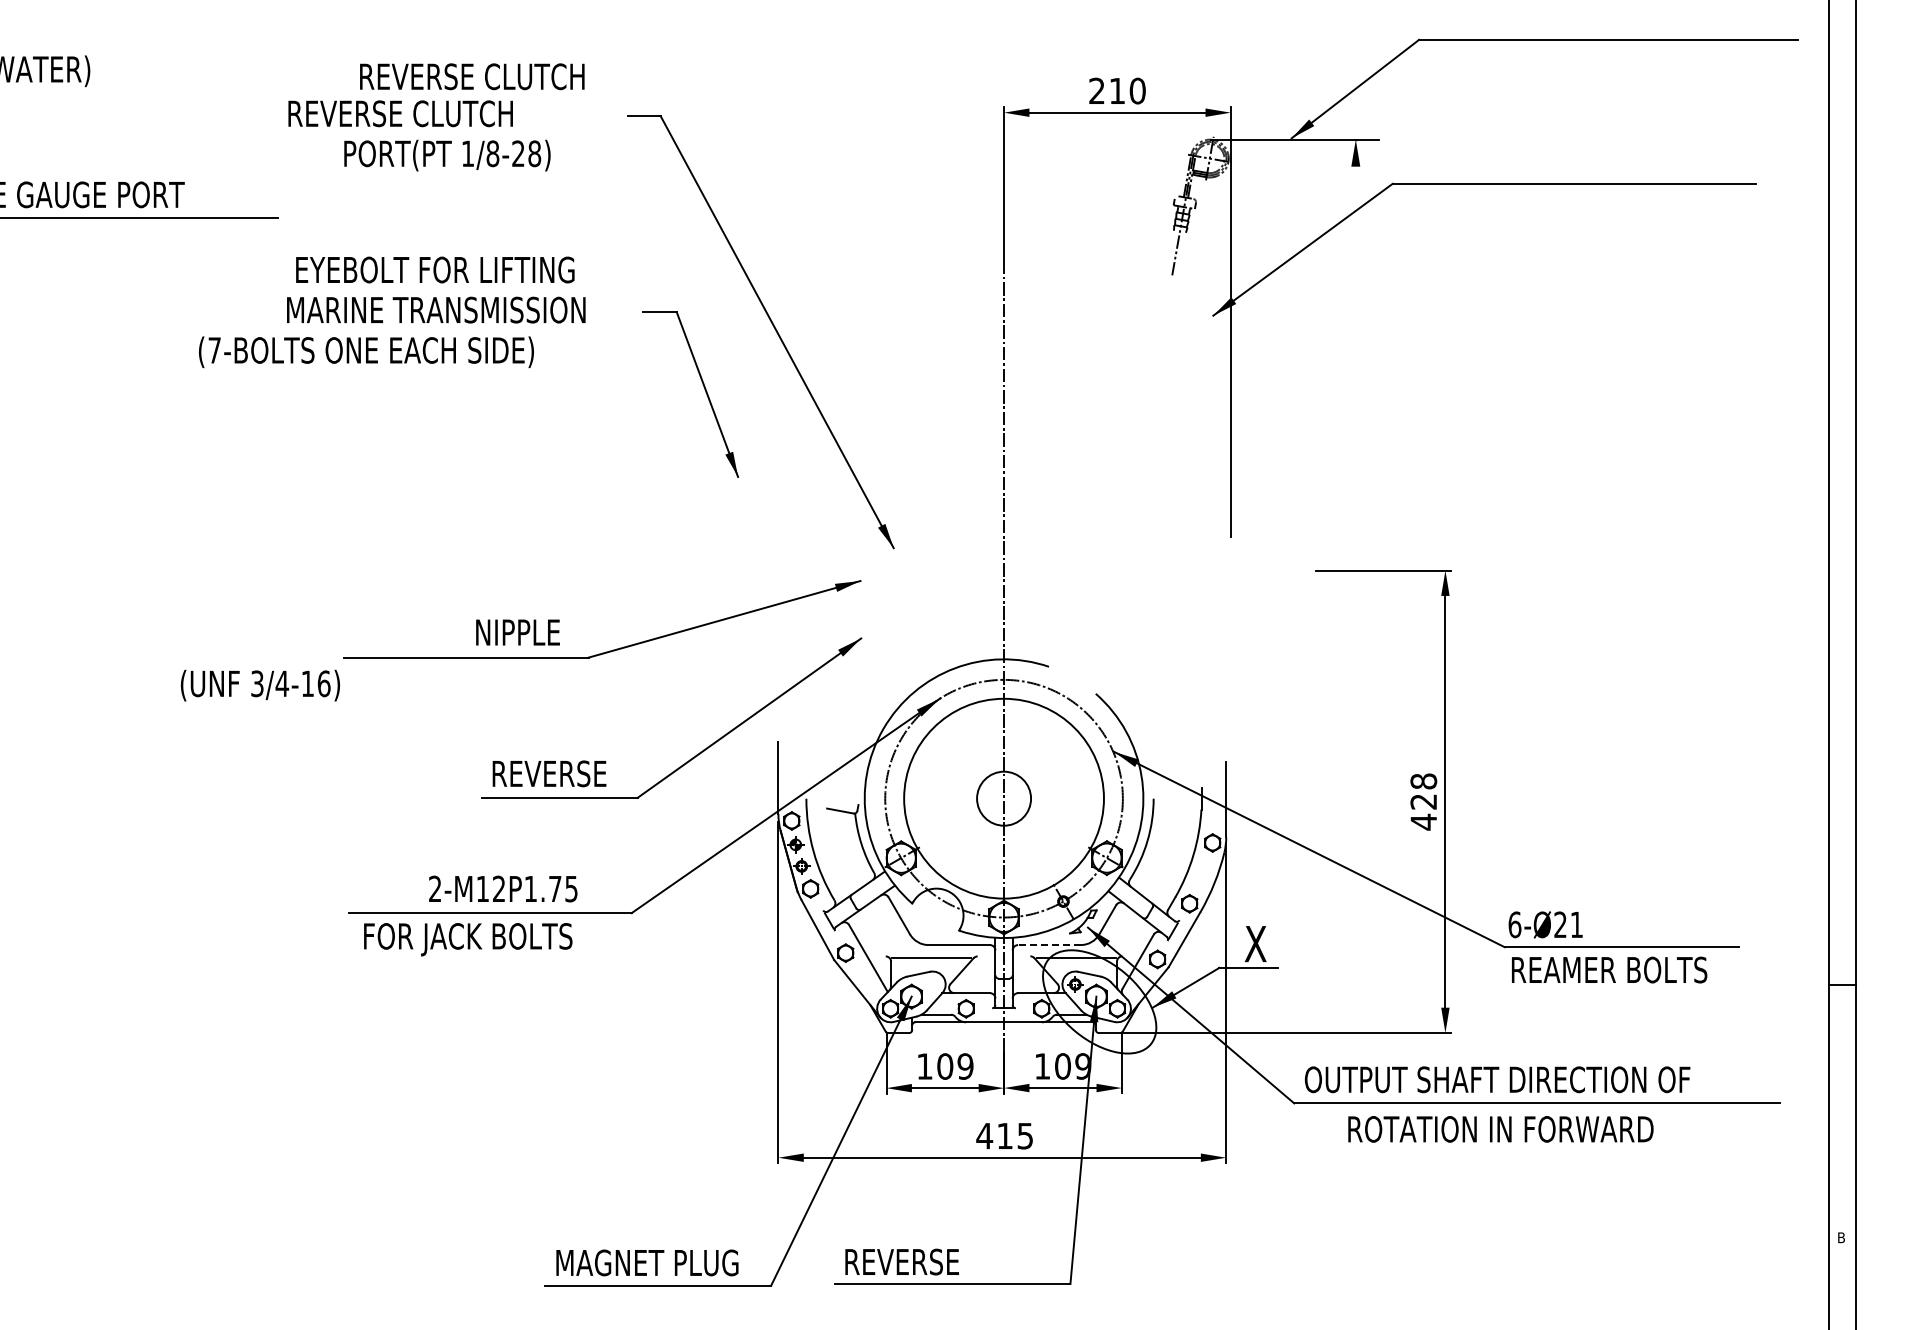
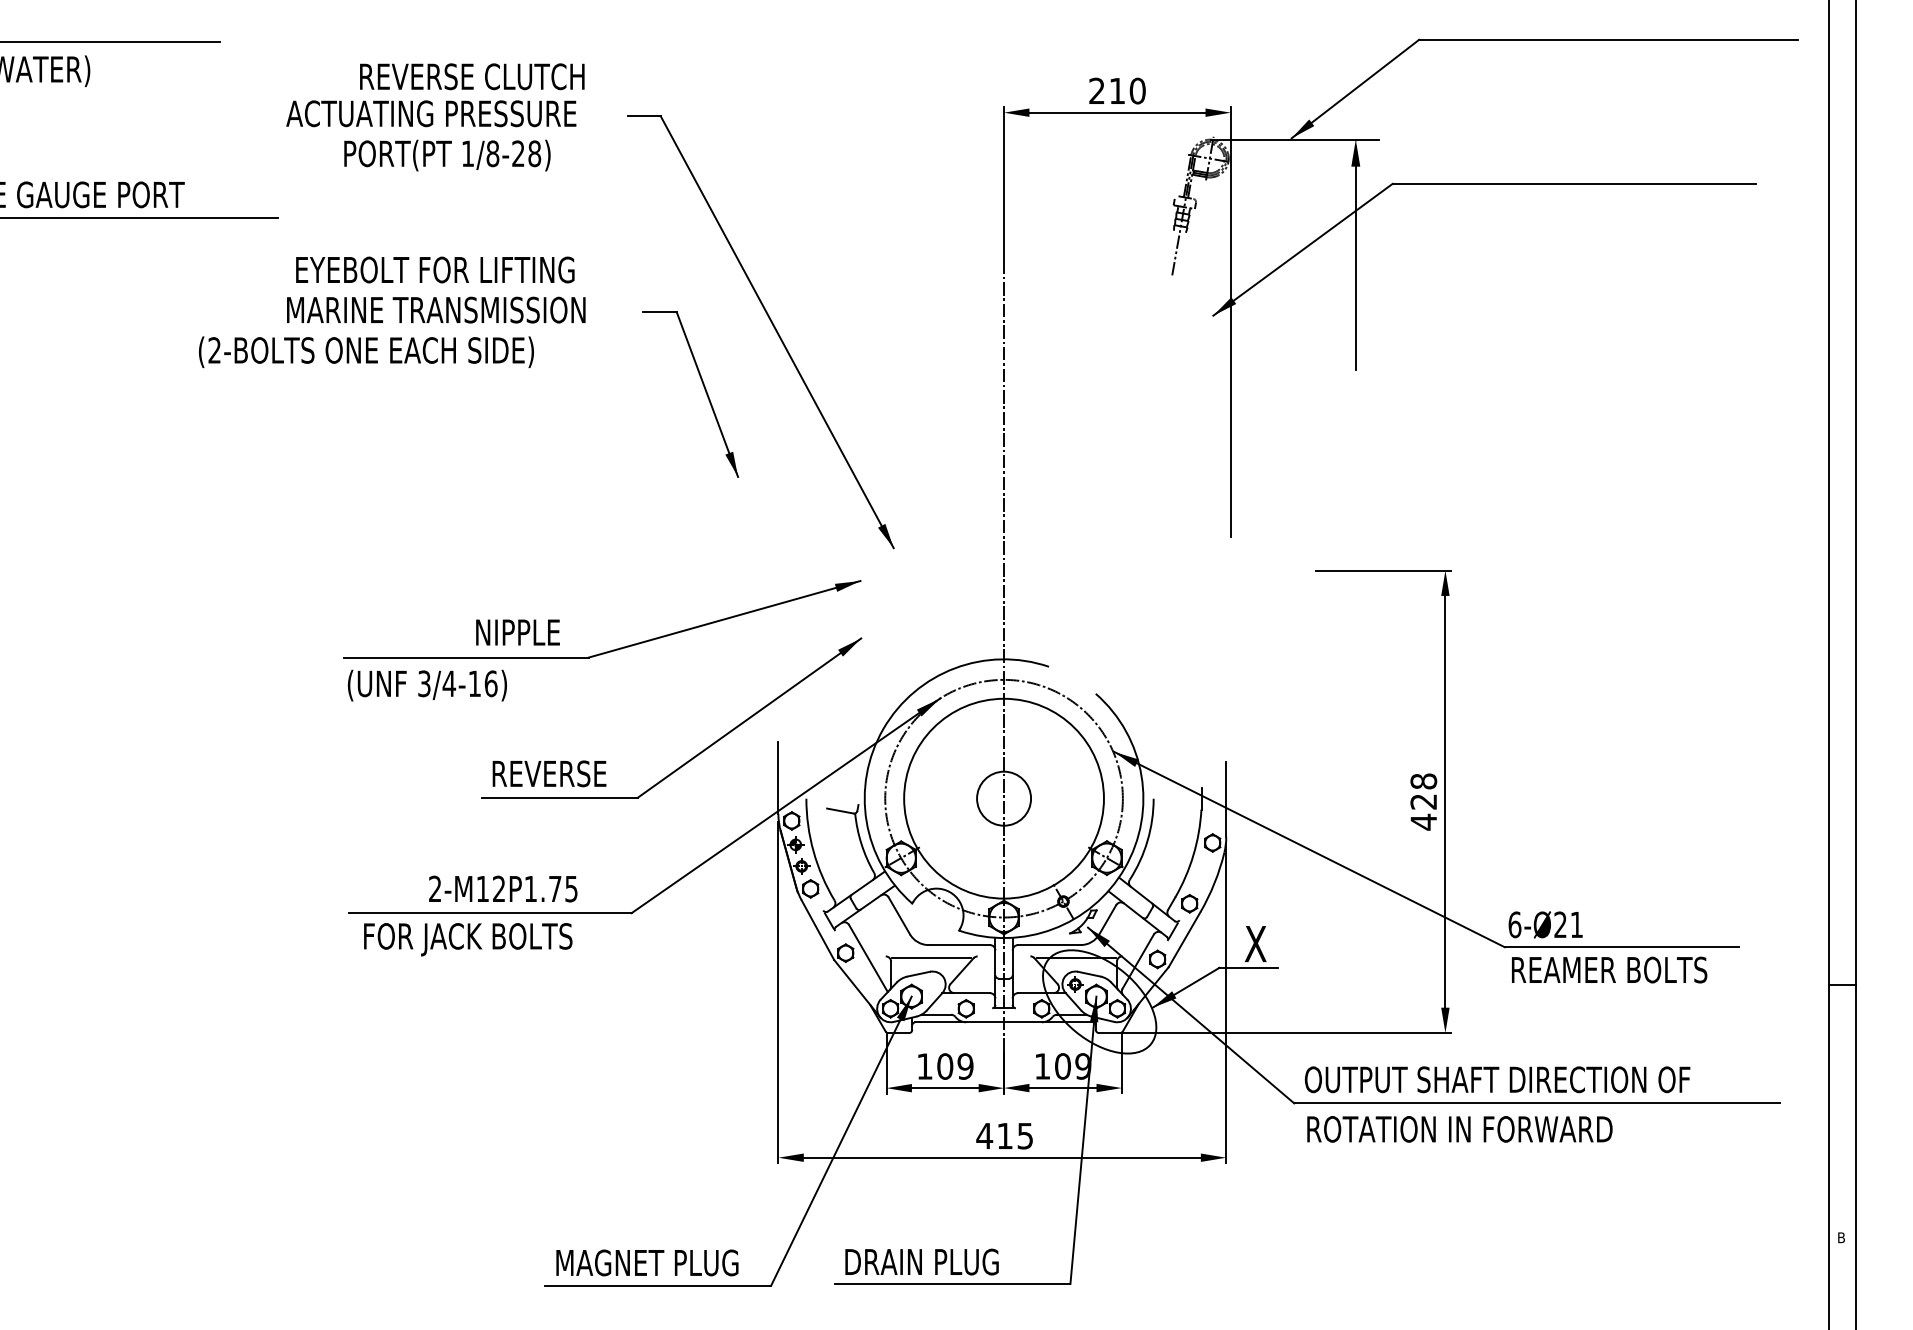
line at (111, 41): none -> present
text at (431, 113): REVERSE CLUTCH -> ACTUATING PRESSURE
line at (1355, 265): none -> present
text at (214, 350): (7-BOLTS -> (2-BOLTS
text at (259, 685) position: (259, 685) -> (426, 685)
line at (1048, 945): dashed -> solid
text at (1500, 1129) position: (1500, 1129) -> (1459, 1129)
text at (923, 1261): REVERSE -> DRAIN PLUG
